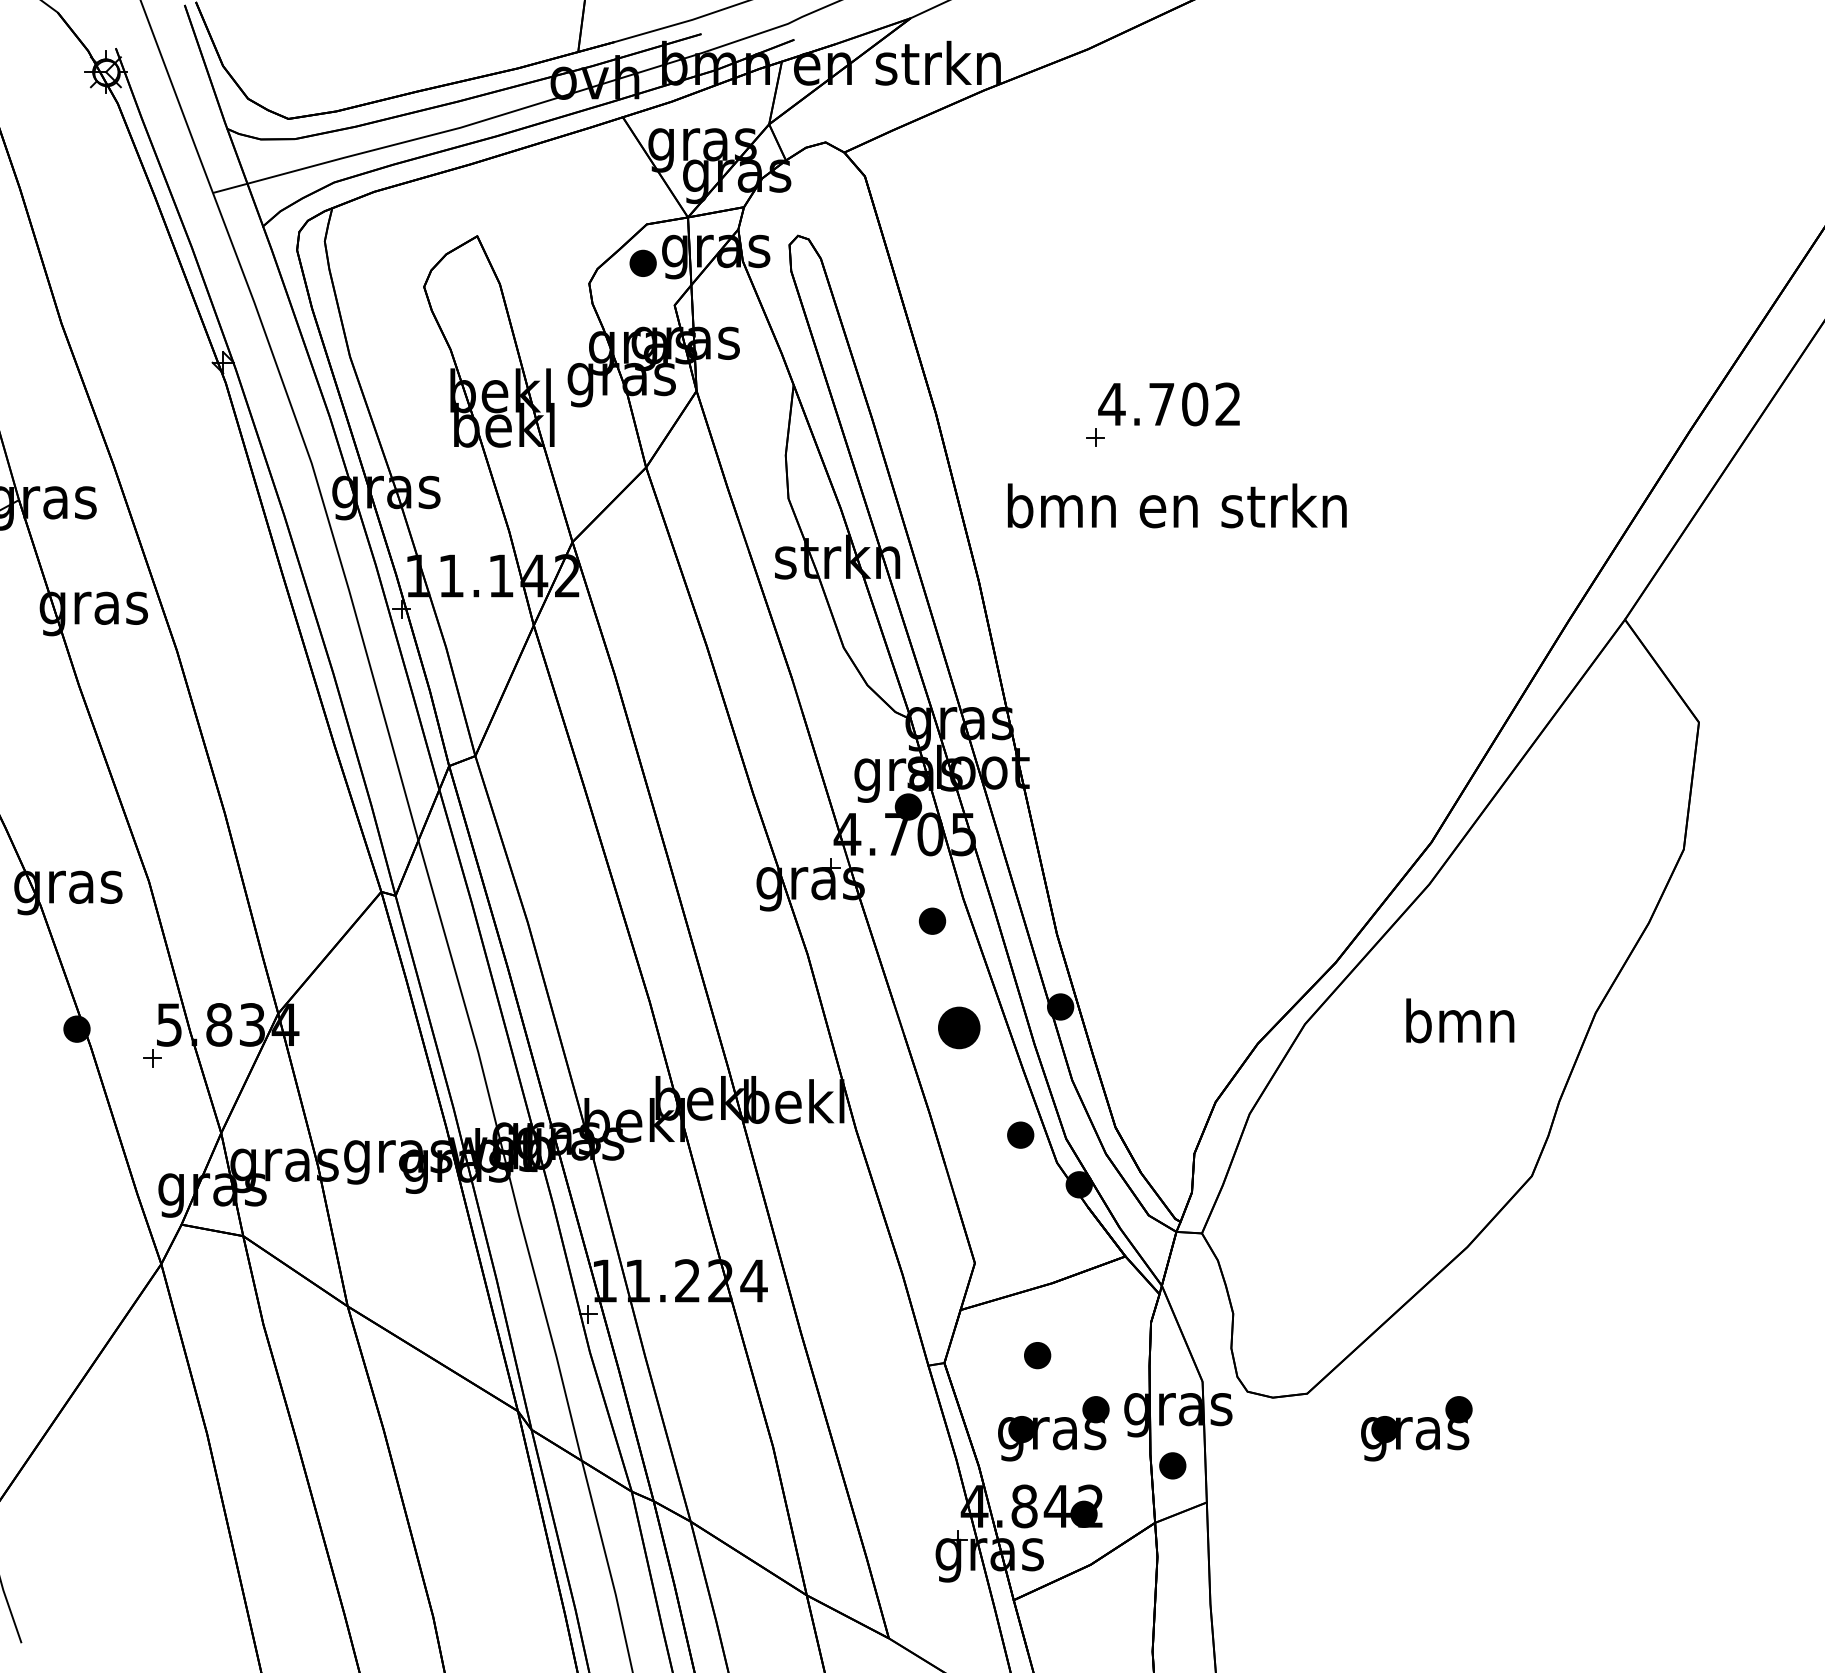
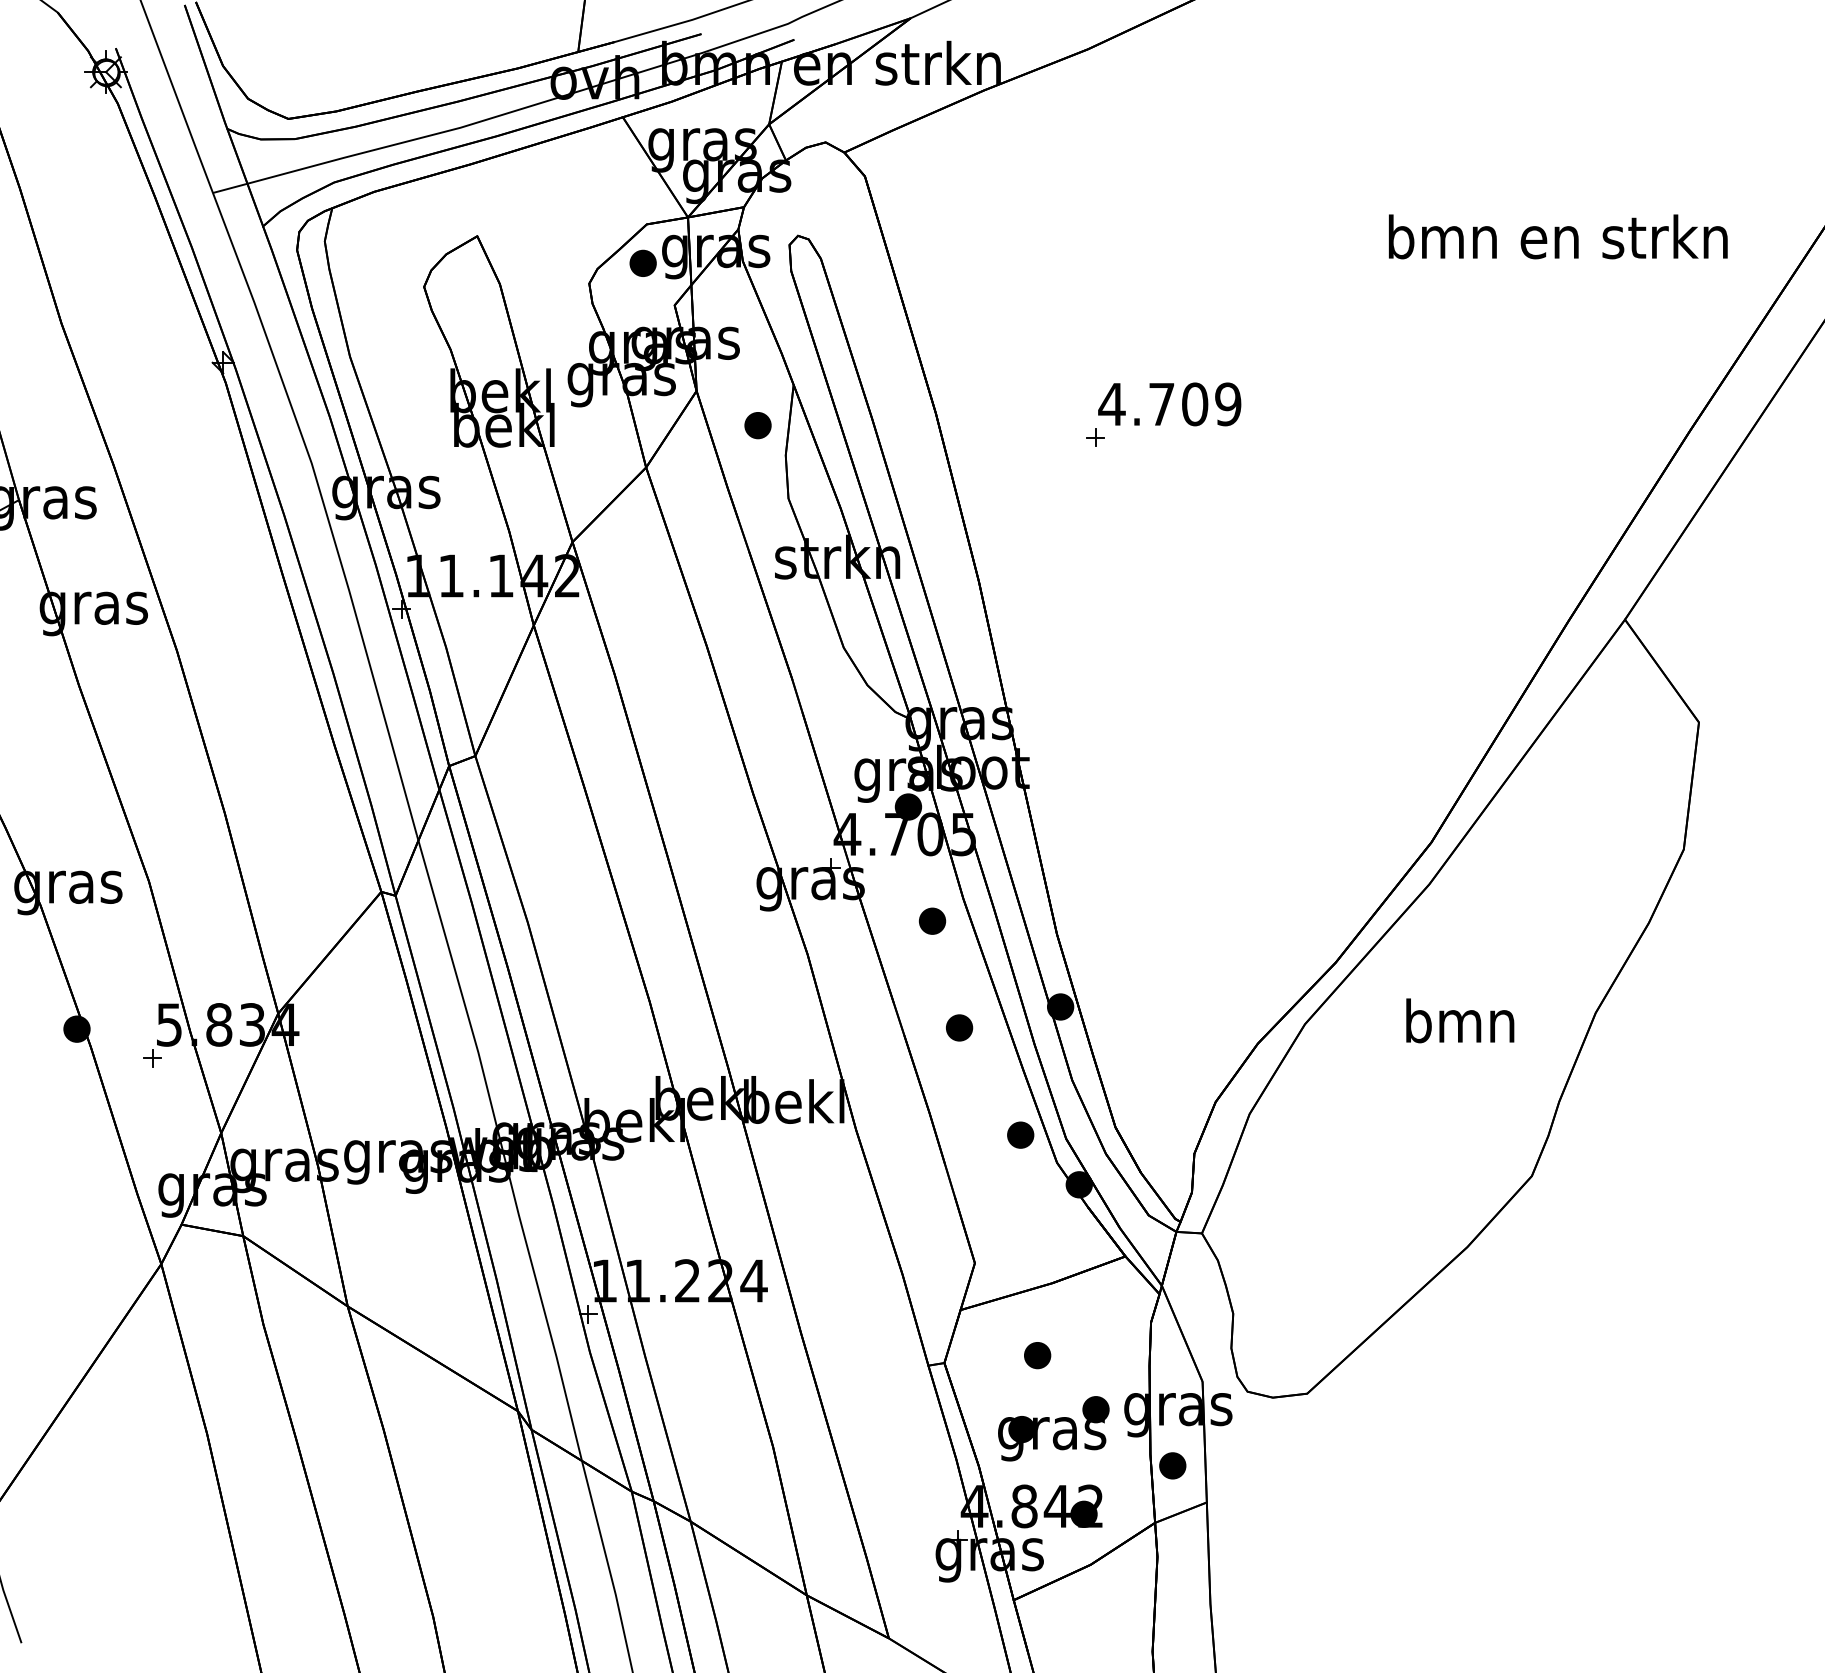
text at (1228, 404): 4.702 -> 4.709
part at (757, 425): none -> present
text at (1177, 505) position: (1177, 505) -> (1558, 236)
part at (959, 1027) size: 43x44 px -> 28x28 px
part at (1416, 1428): present -> none
